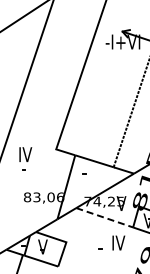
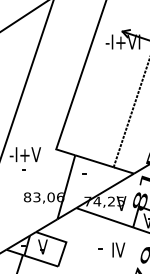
text at (25, 154): IV -> -I+V
line at (105, 218): dashed -> solid
text at (118, 242) position: (118, 242) -> (118, 249)
